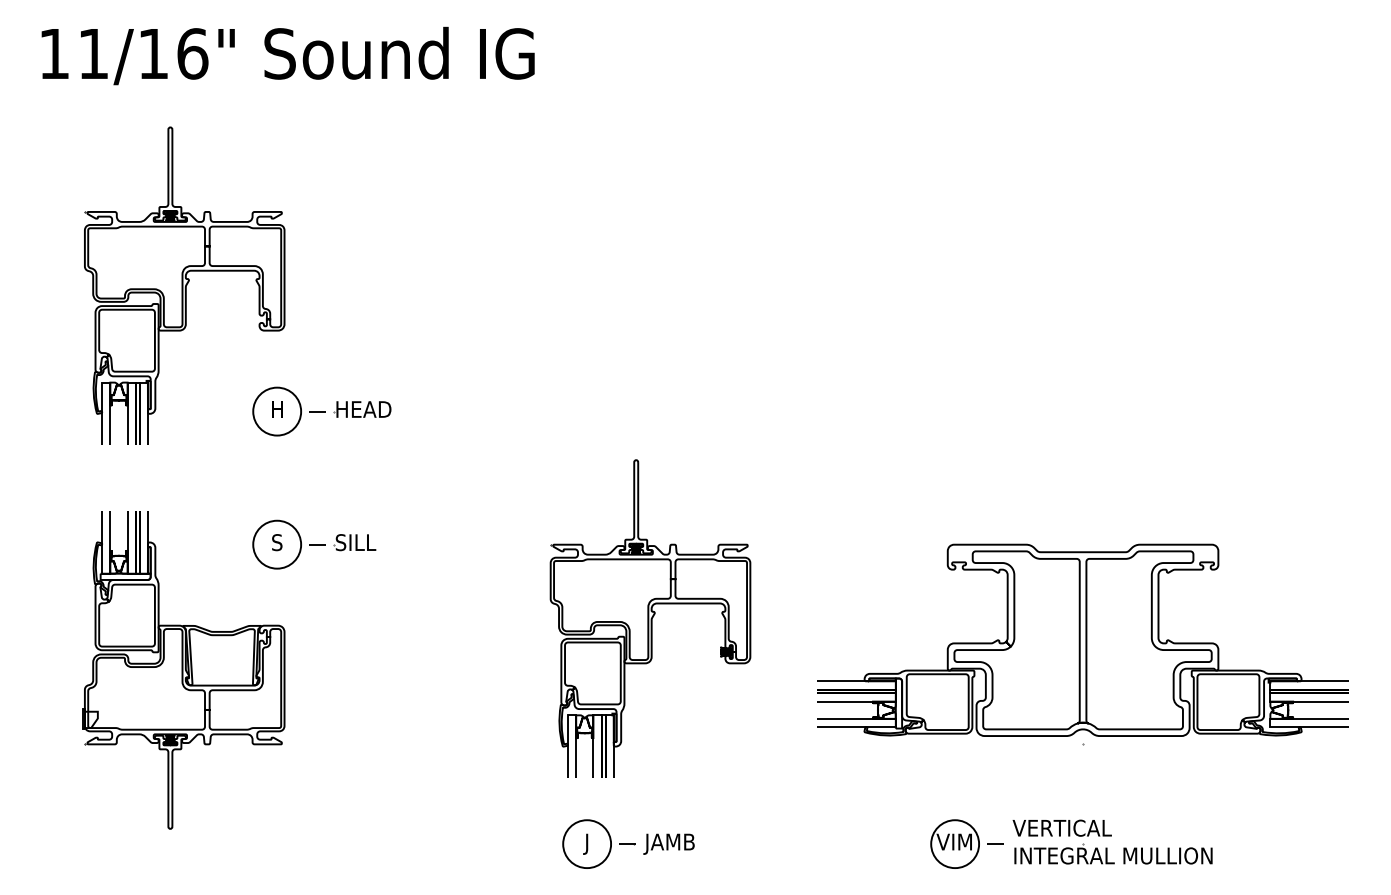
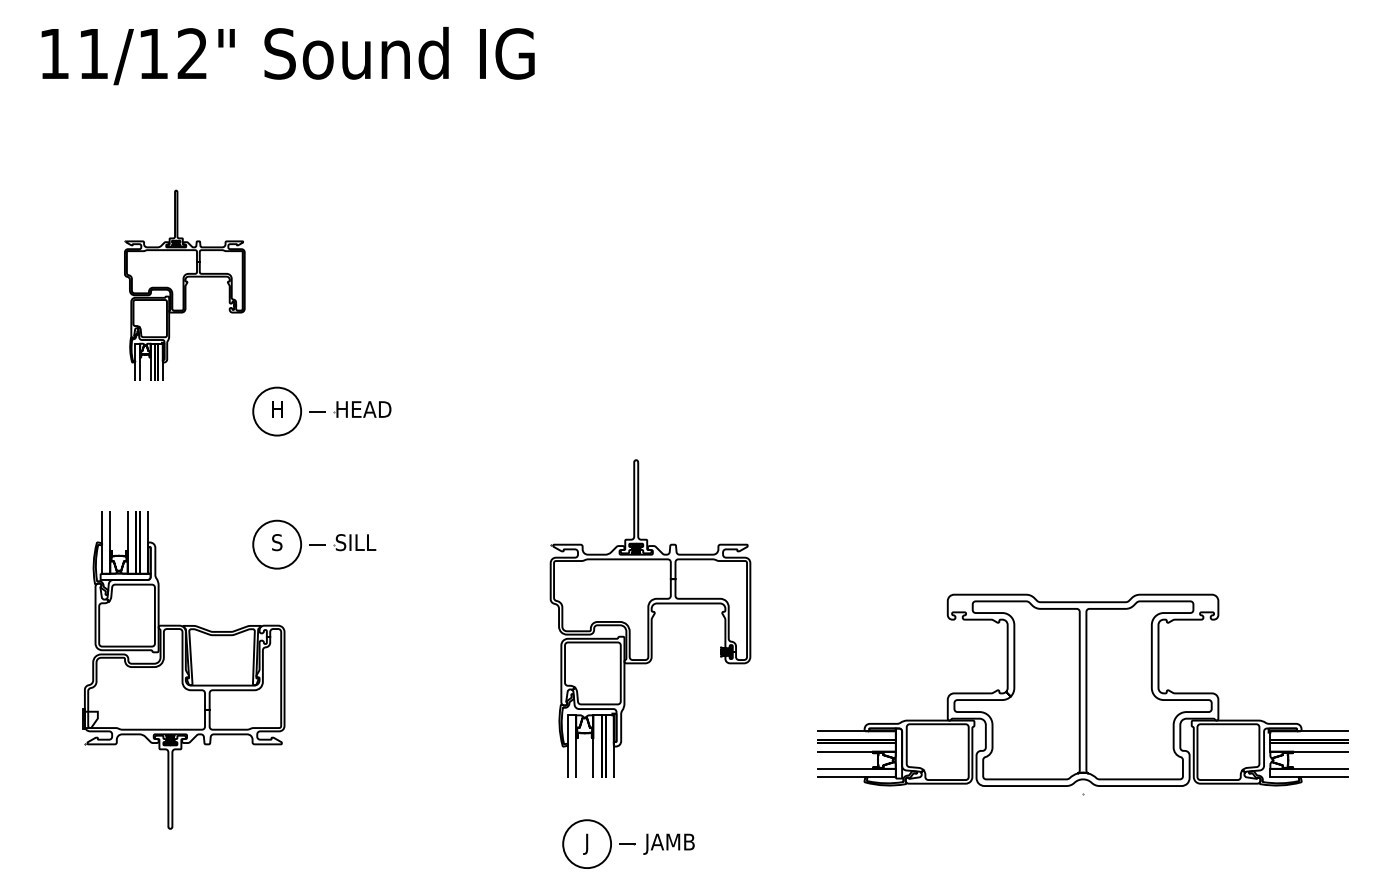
text at (192, 53): 11/16" -> 11/12"
part at (184, 285) size: 202x319 px -> 122x192 px
part at (1082, 644) position: (1082, 644) -> (1082, 694)
part at (1071, 843): present -> none
